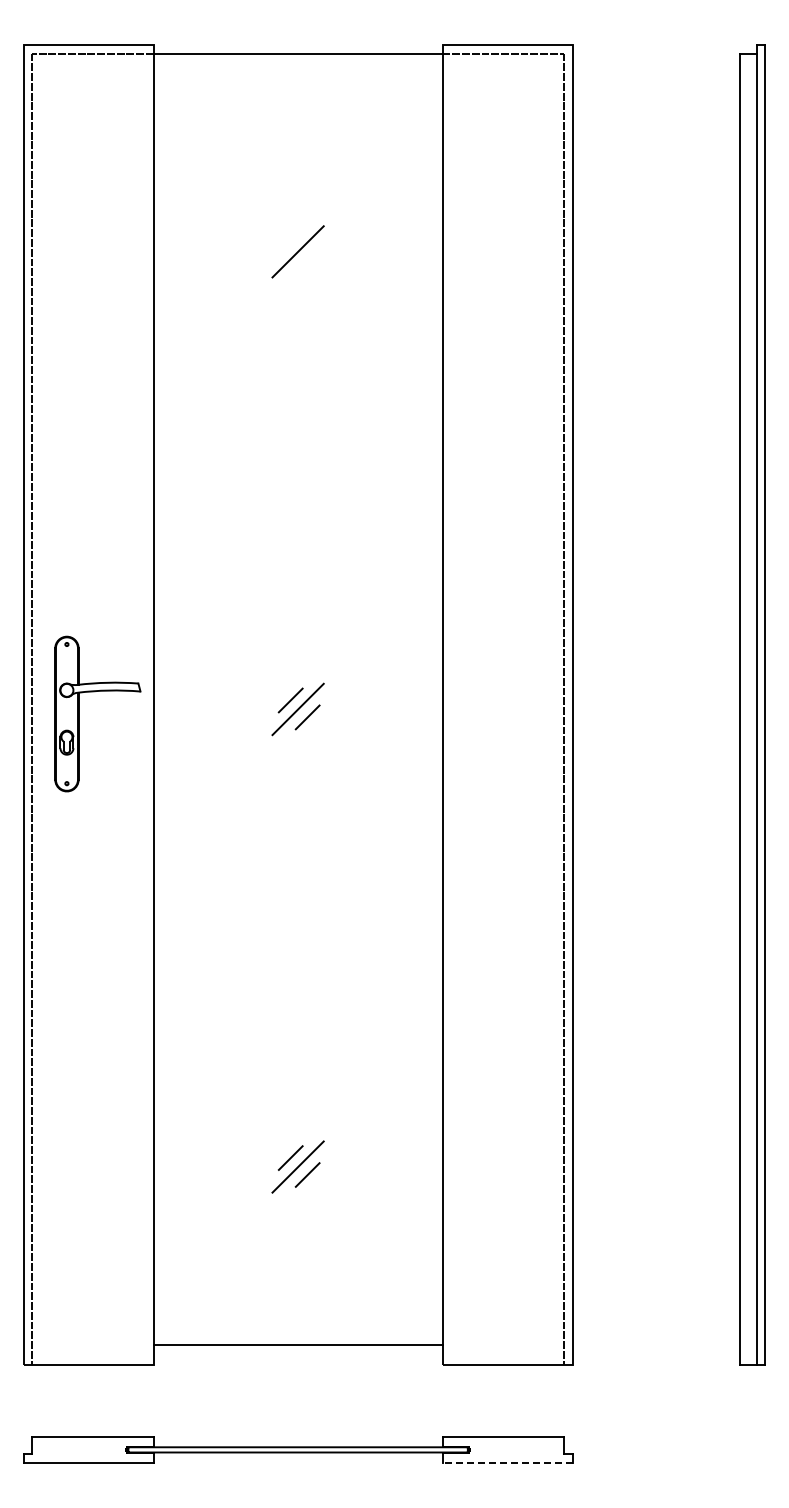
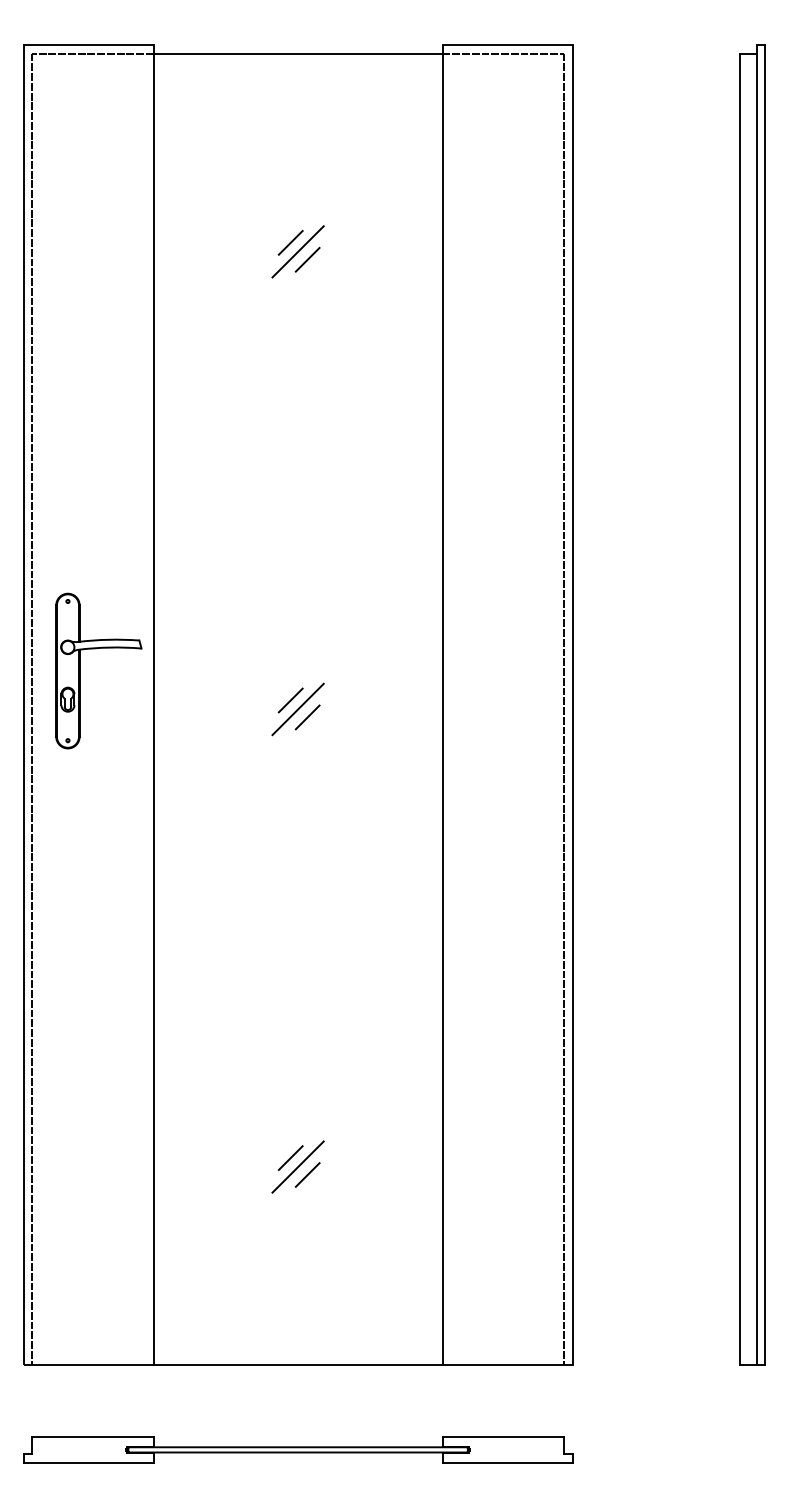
line at (290, 242): none -> present
line at (307, 259): none -> present
part at (79, 713) position: (79, 713) -> (80, 670)
line at (297, 1344) position: (297, 1344) -> (297, 1364)
line at (507, 1462): dashed -> solid
